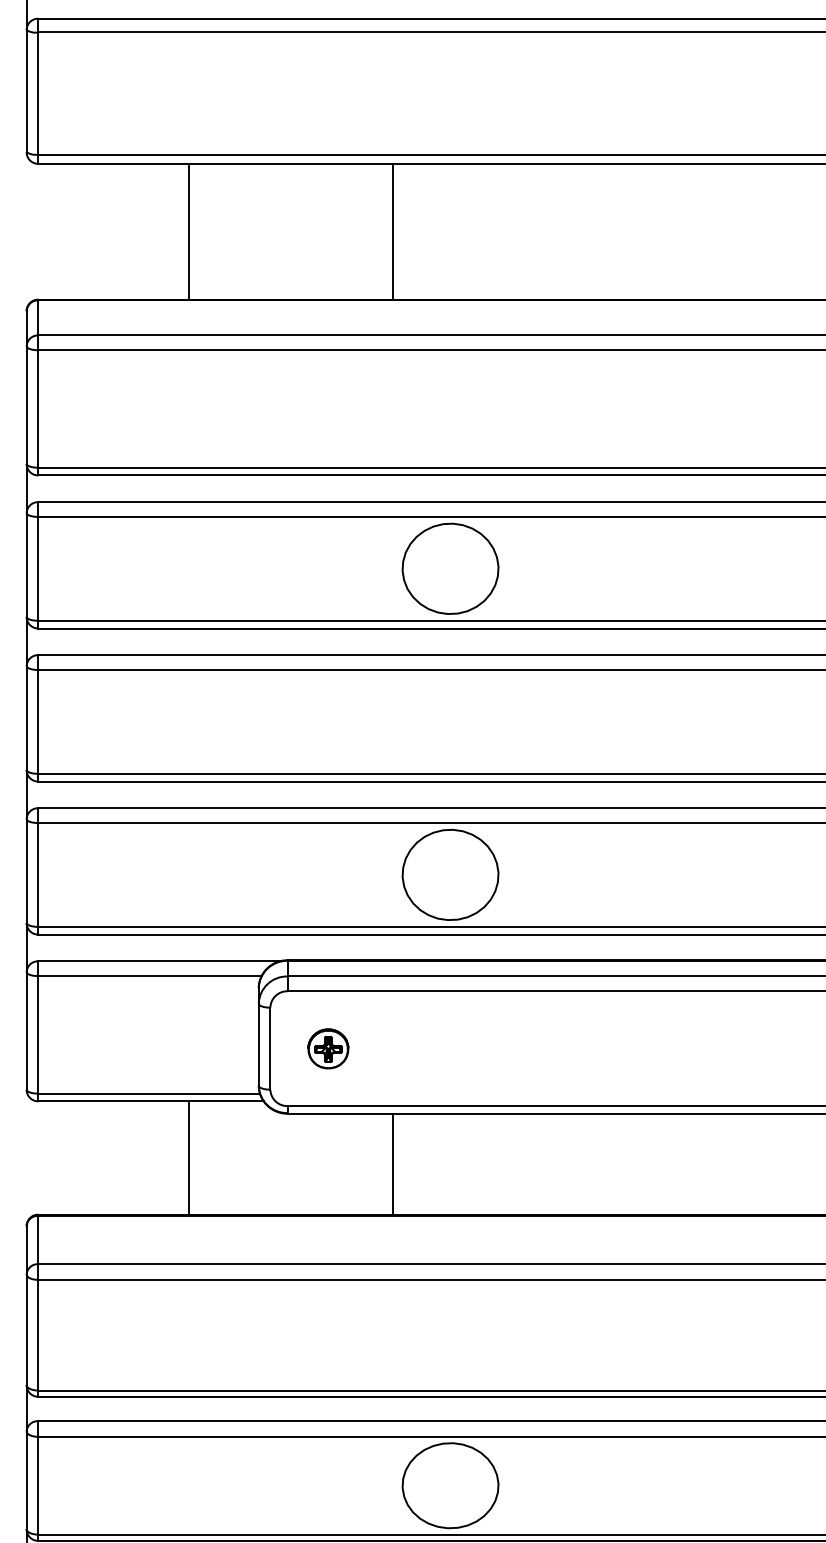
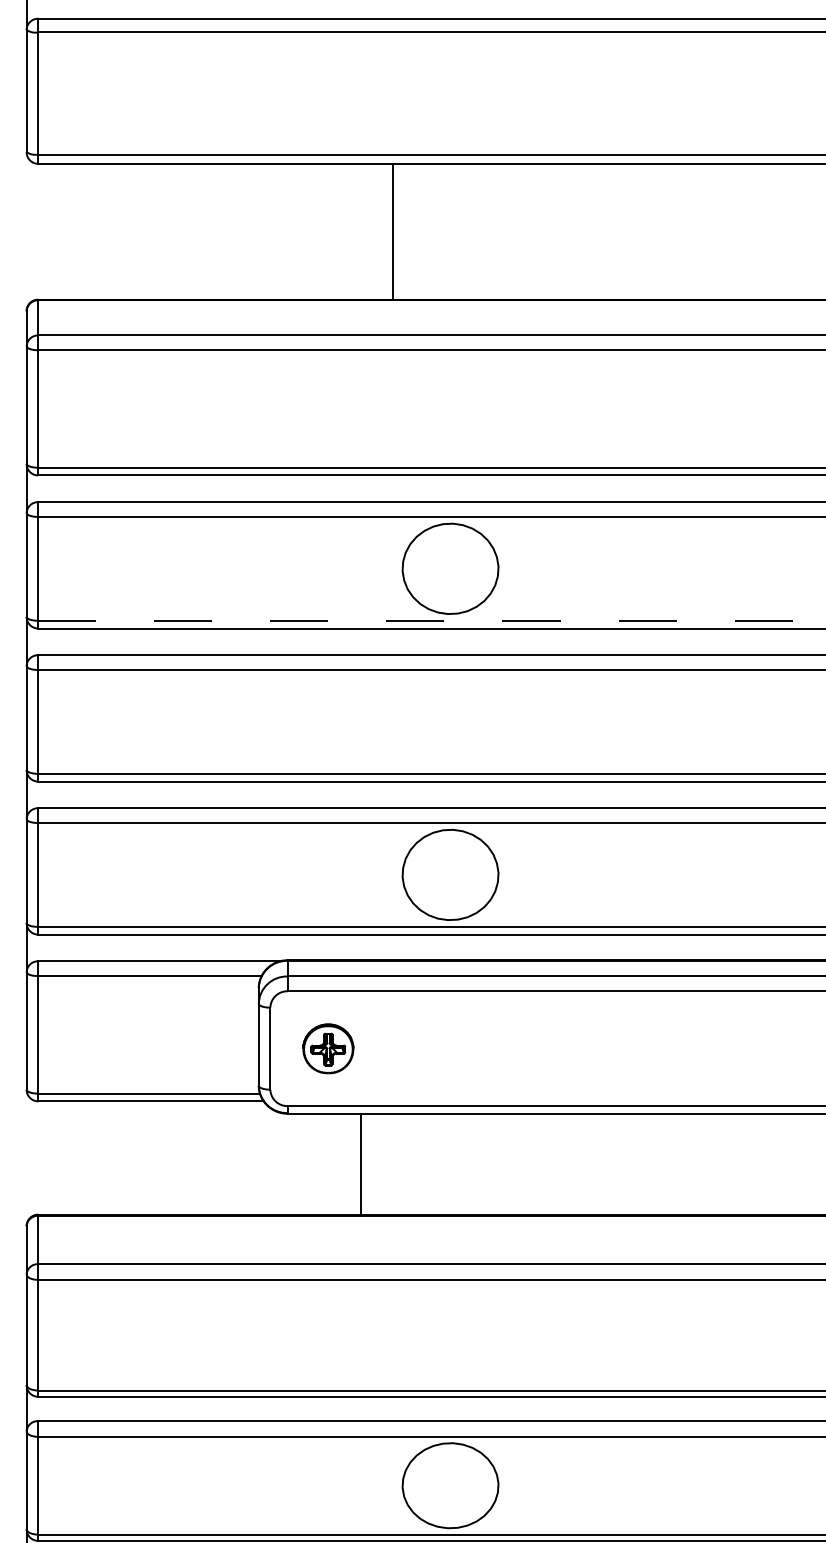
line at (189, 231): present -> none
line at (432, 620): solid -> dashed
part at (328, 1048) size: 43x42 px -> 53x52 px
line at (189, 1157): present -> none
line at (392, 1163) position: (392, 1163) -> (360, 1163)
